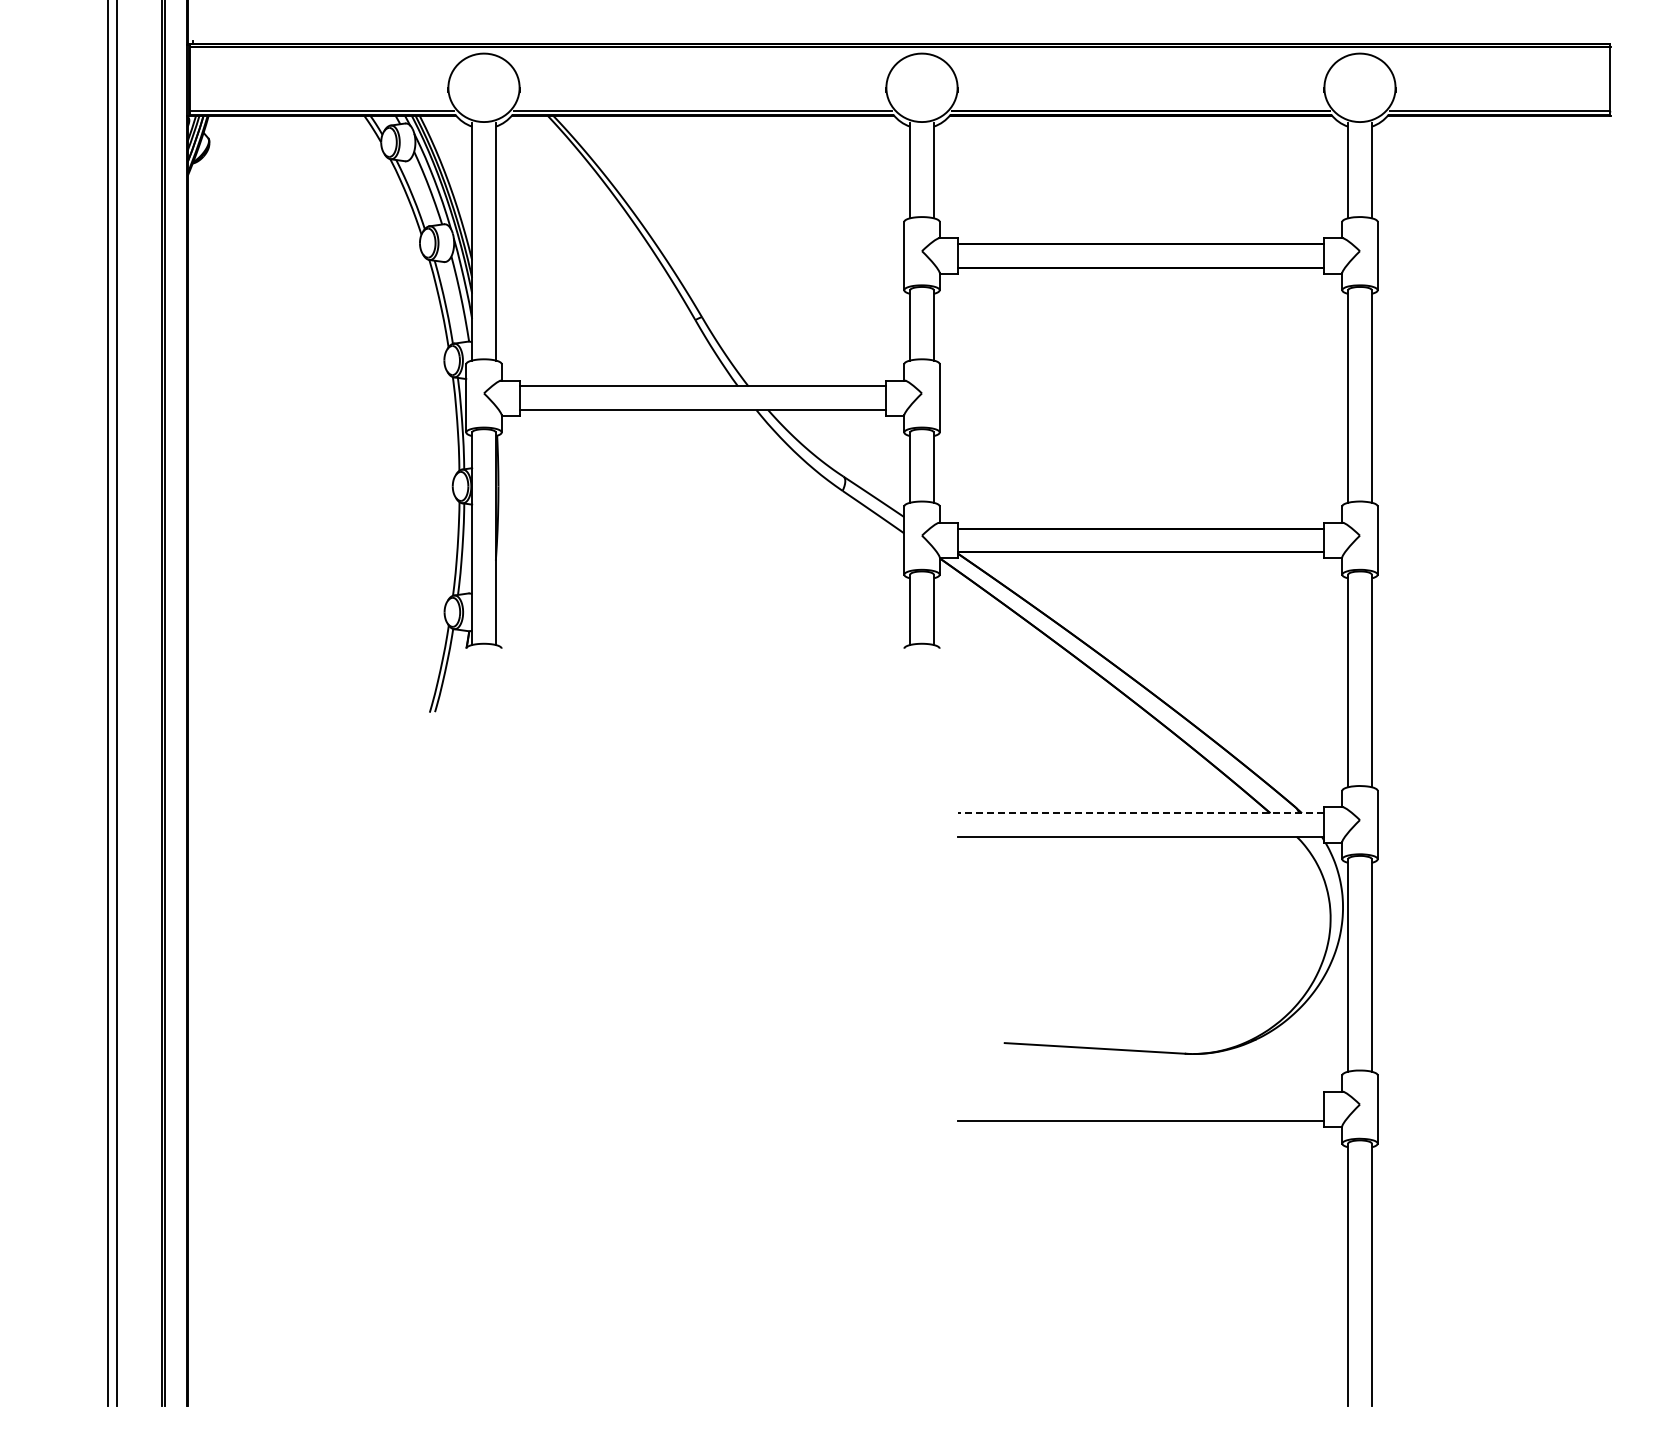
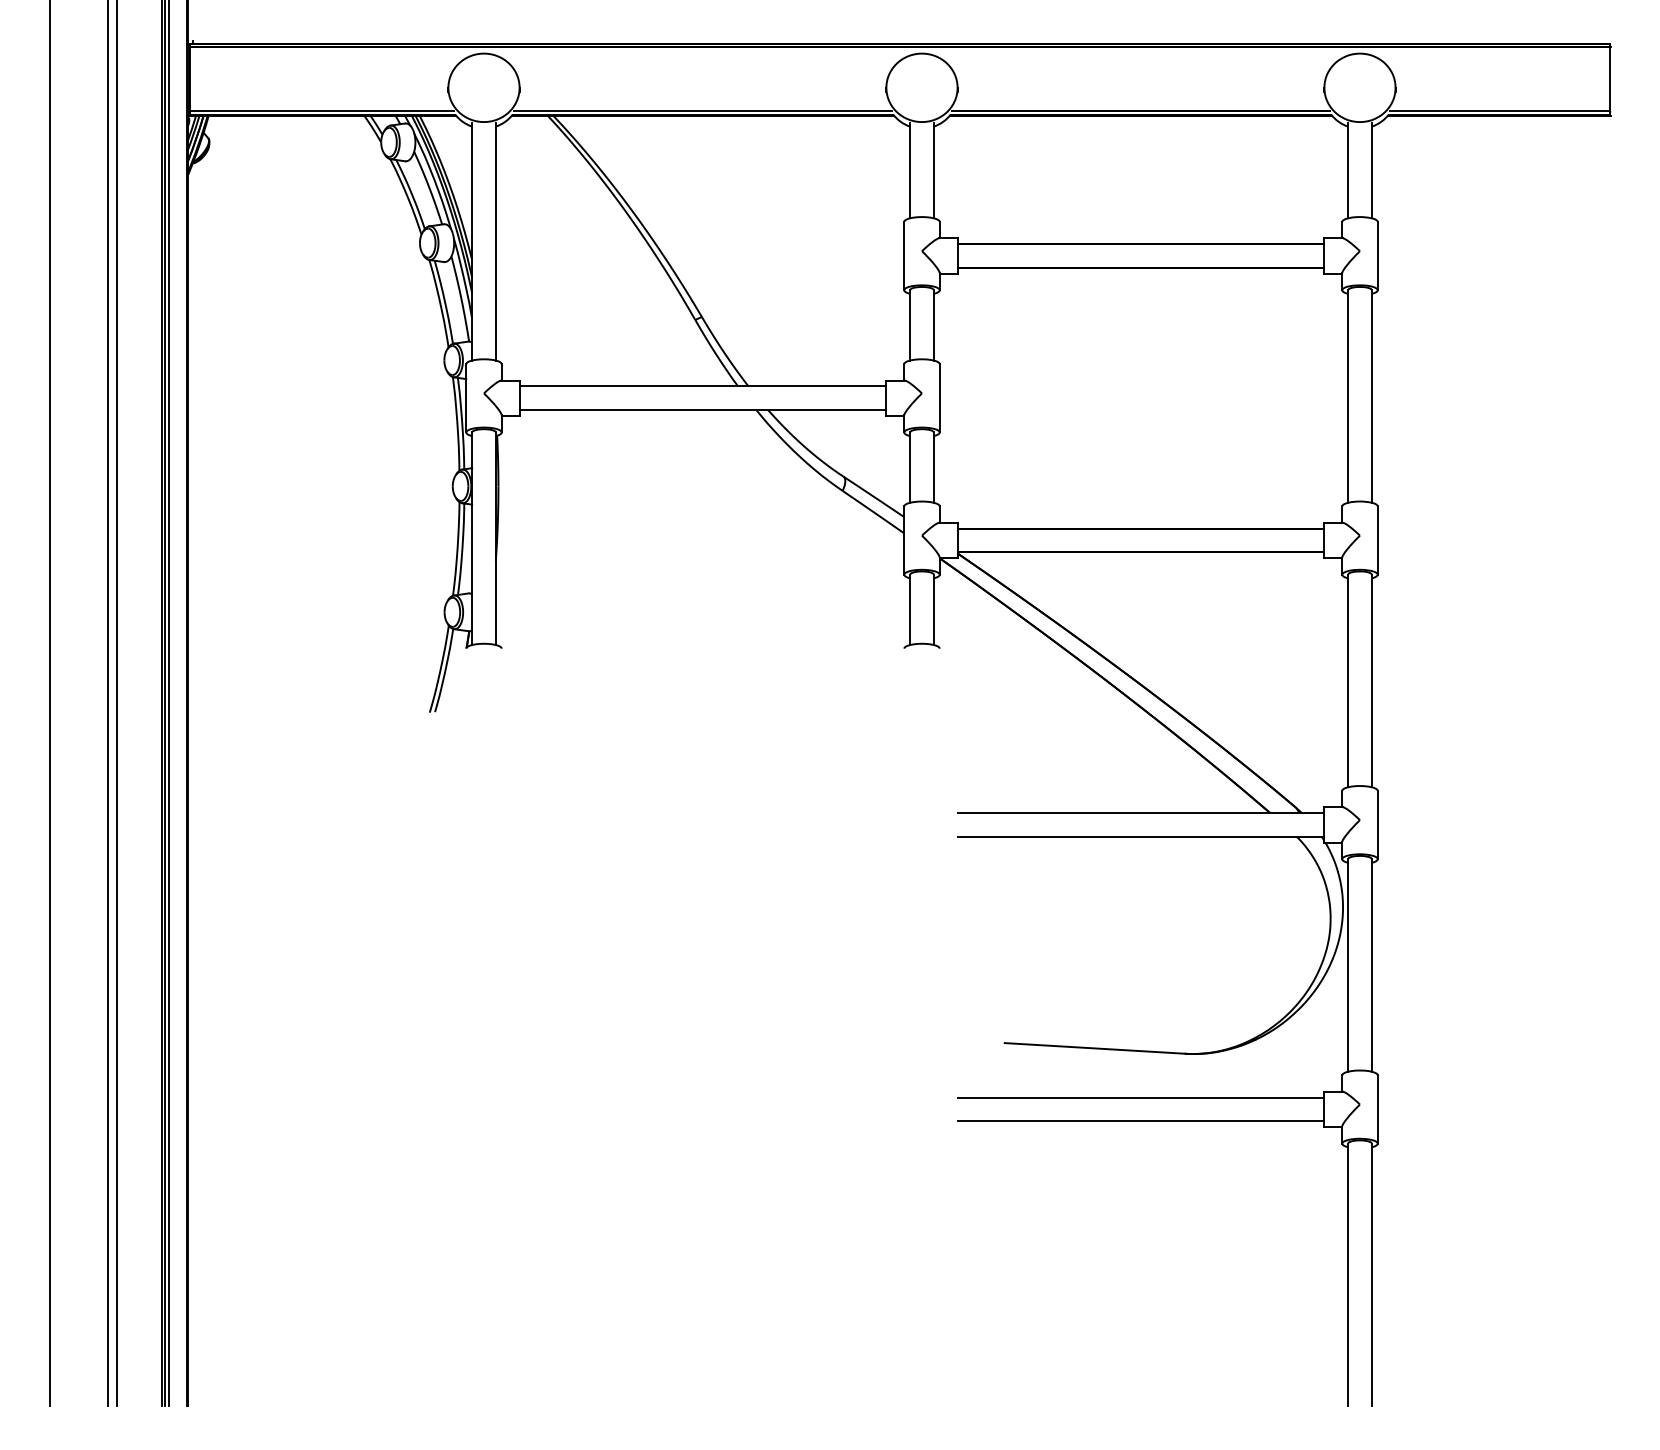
line at (49, 704): none -> present
line at (168, 704): none -> present
line at (1140, 813): dashed -> solid
line at (1140, 1097): none -> present
